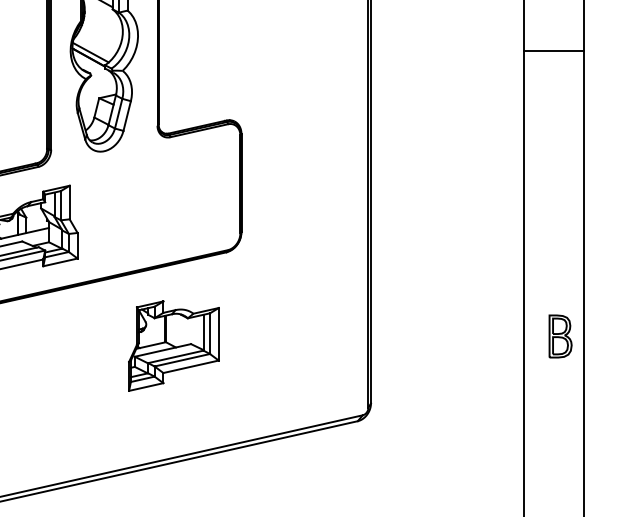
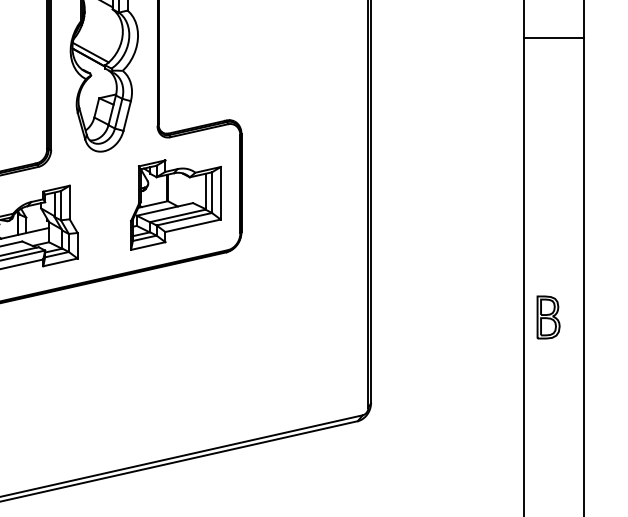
line at (554, 50) position: (554, 50) -> (554, 37)
part at (560, 336) position: (560, 336) -> (548, 317)
part at (173, 345) position: (173, 345) -> (175, 204)
